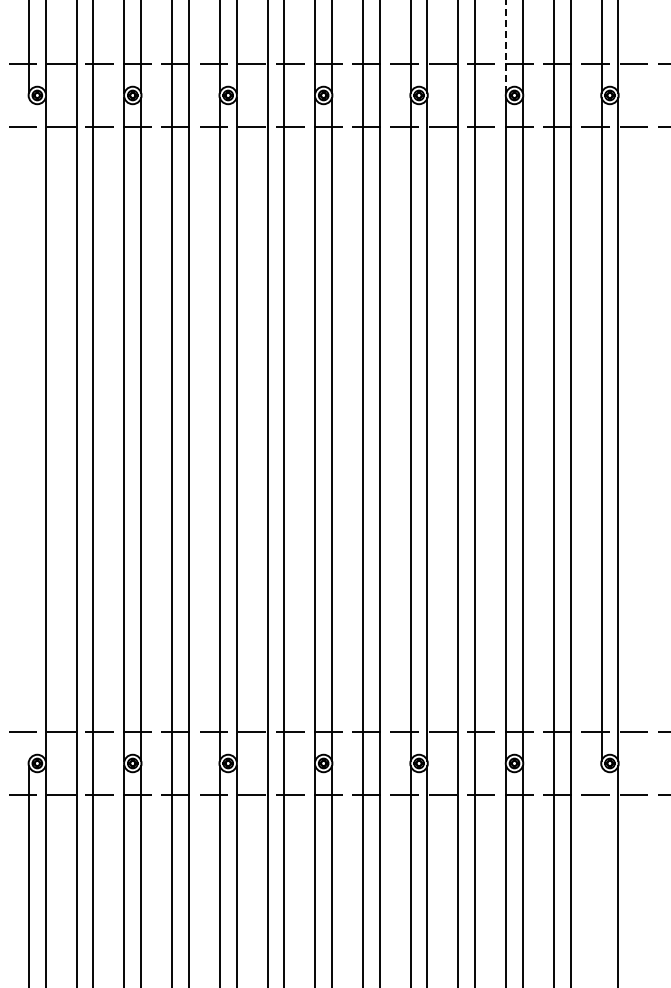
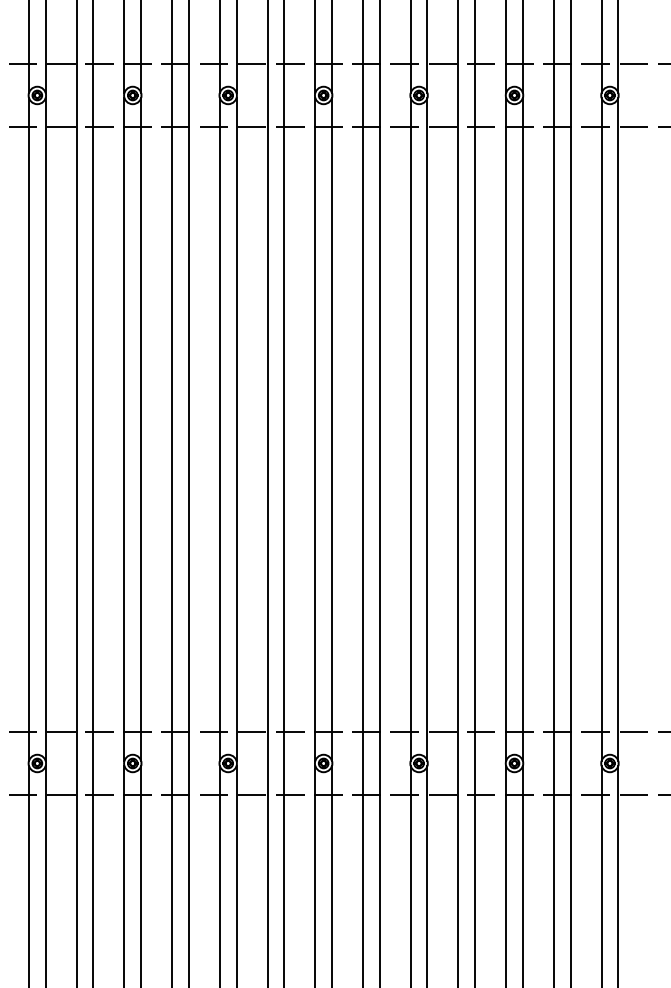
line at (506, 46): dashed -> solid
line at (29, 429): none -> present
line at (601, 874): none -> present
